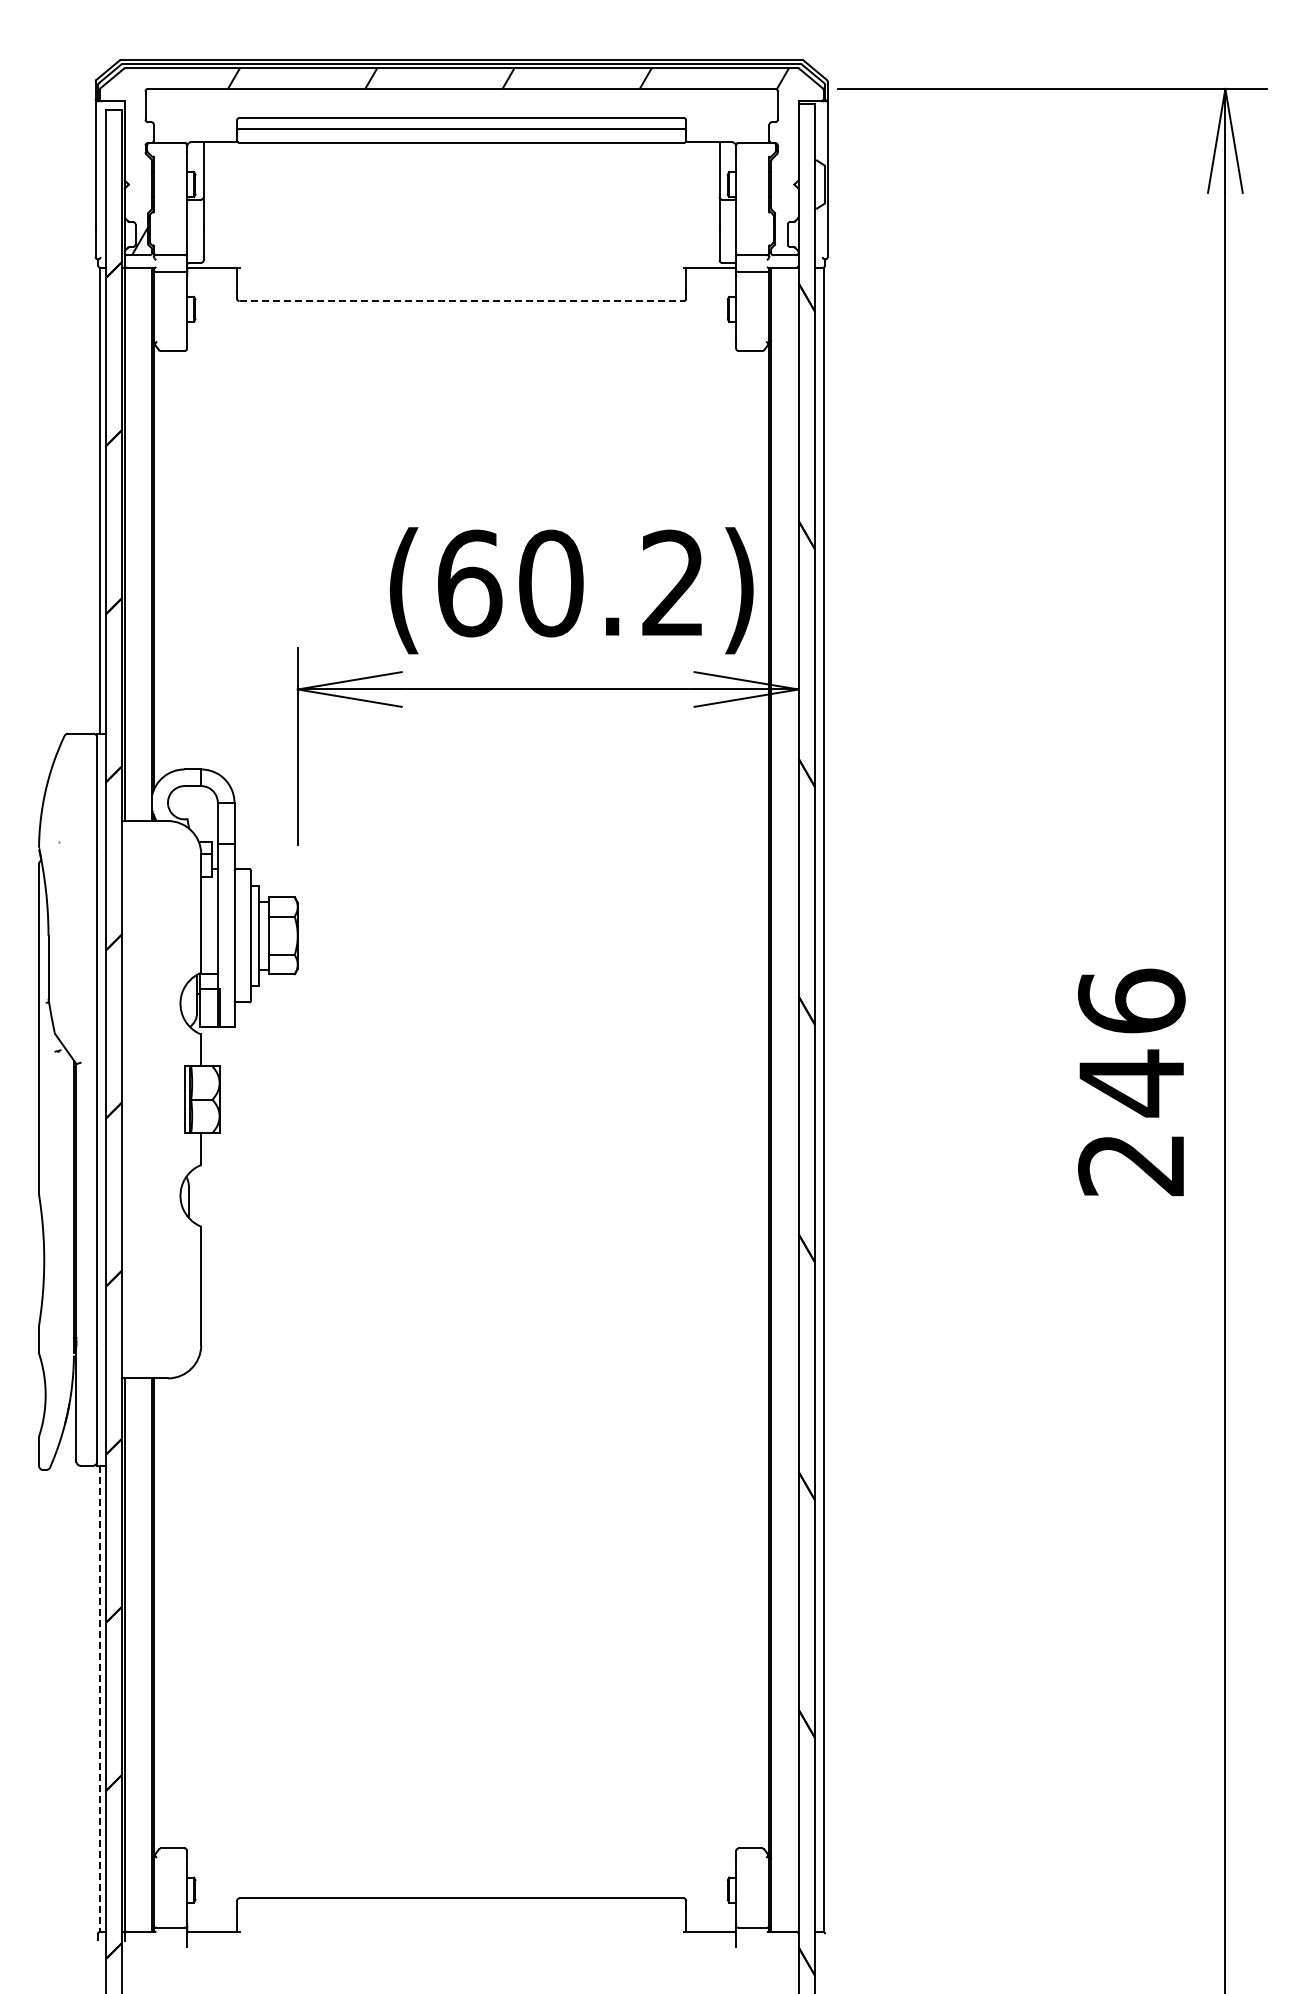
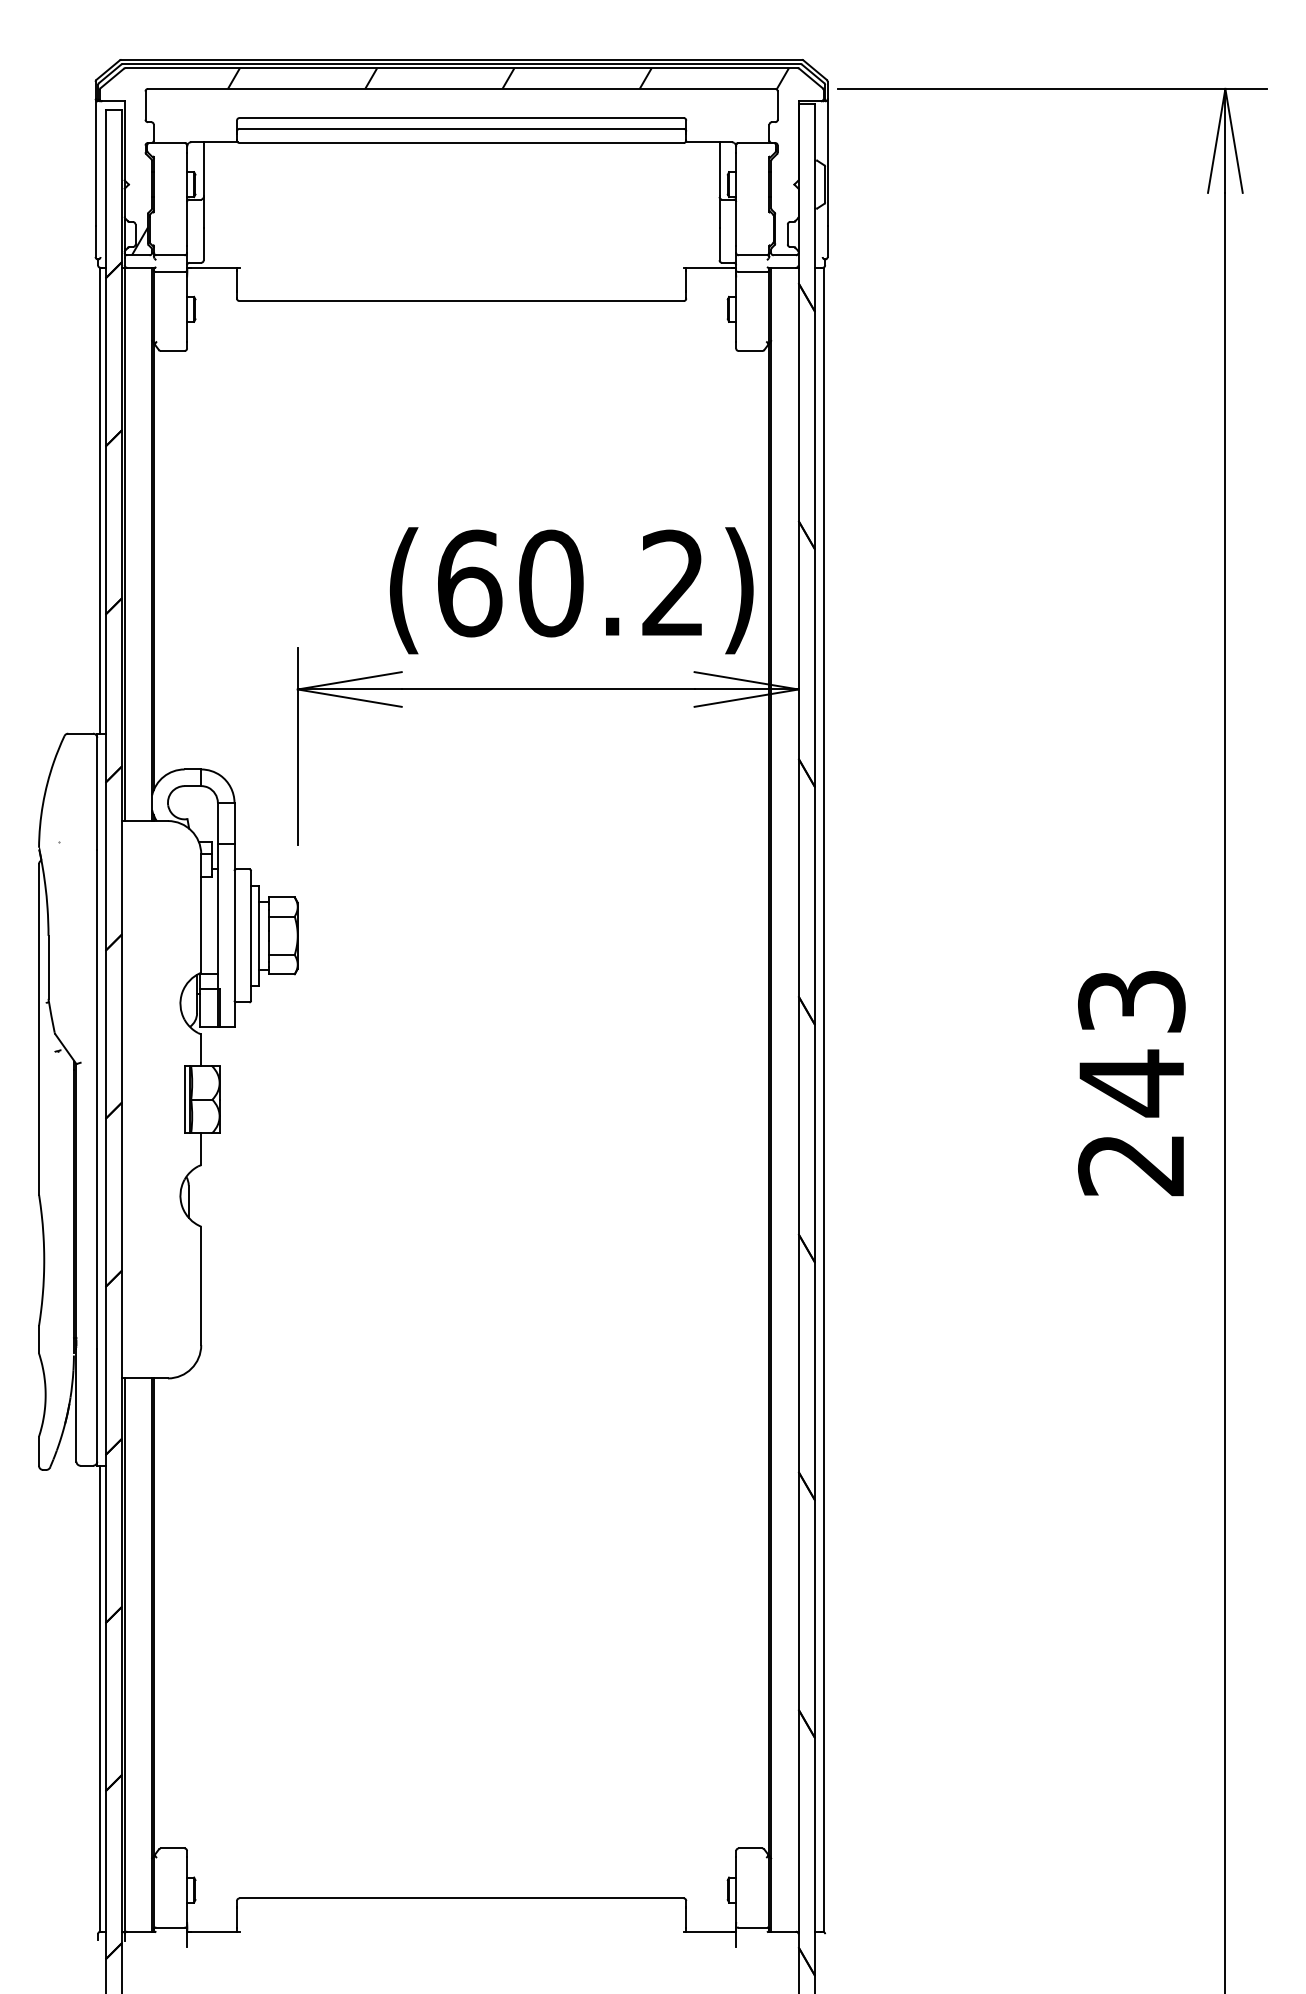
line at (462, 301): dashed -> solid
text at (1131, 1000): 246 -> 243
line at (99, 1698): dashed -> solid
